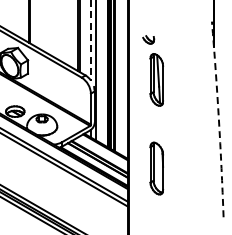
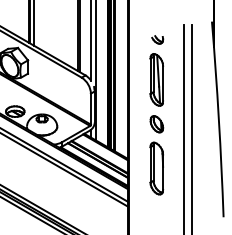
line at (34, 23): none -> present
part at (148, 39) position: (148, 39) -> (157, 39)
line at (91, 41): dashed -> solid
arc at (218, 119): dashed -> solid
part at (156, 124): none -> present
line at (184, 128): none -> present
line at (192, 128): none -> present
